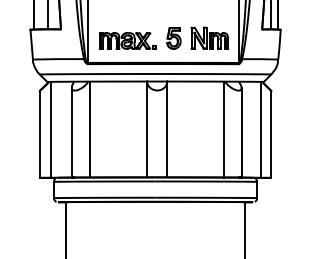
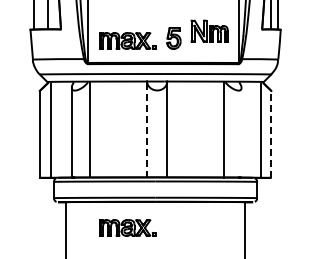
part at (209, 37) position: (209, 37) -> (209, 30)
line at (146, 130): solid -> dashed
line at (241, 132): present -> none
line at (271, 133): solid -> dashed
part at (127, 227): none -> present
